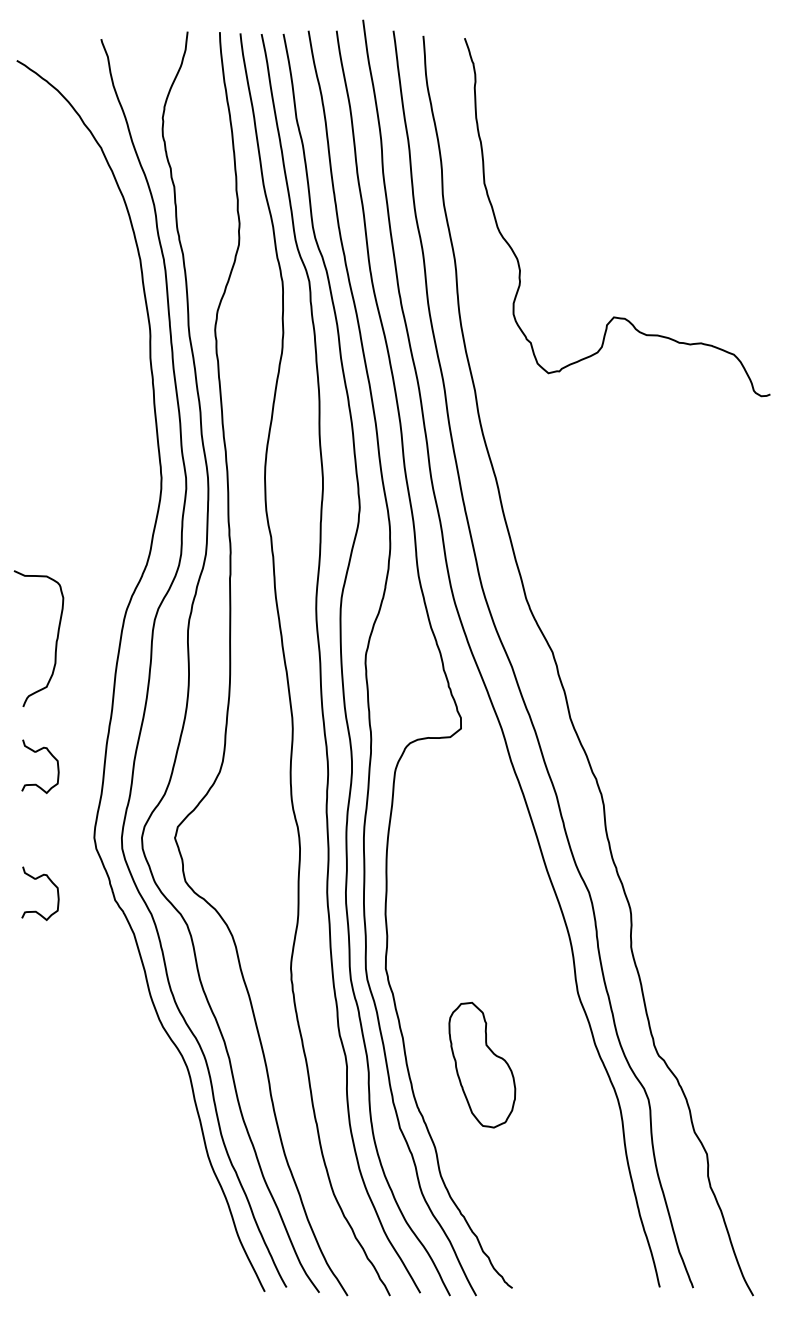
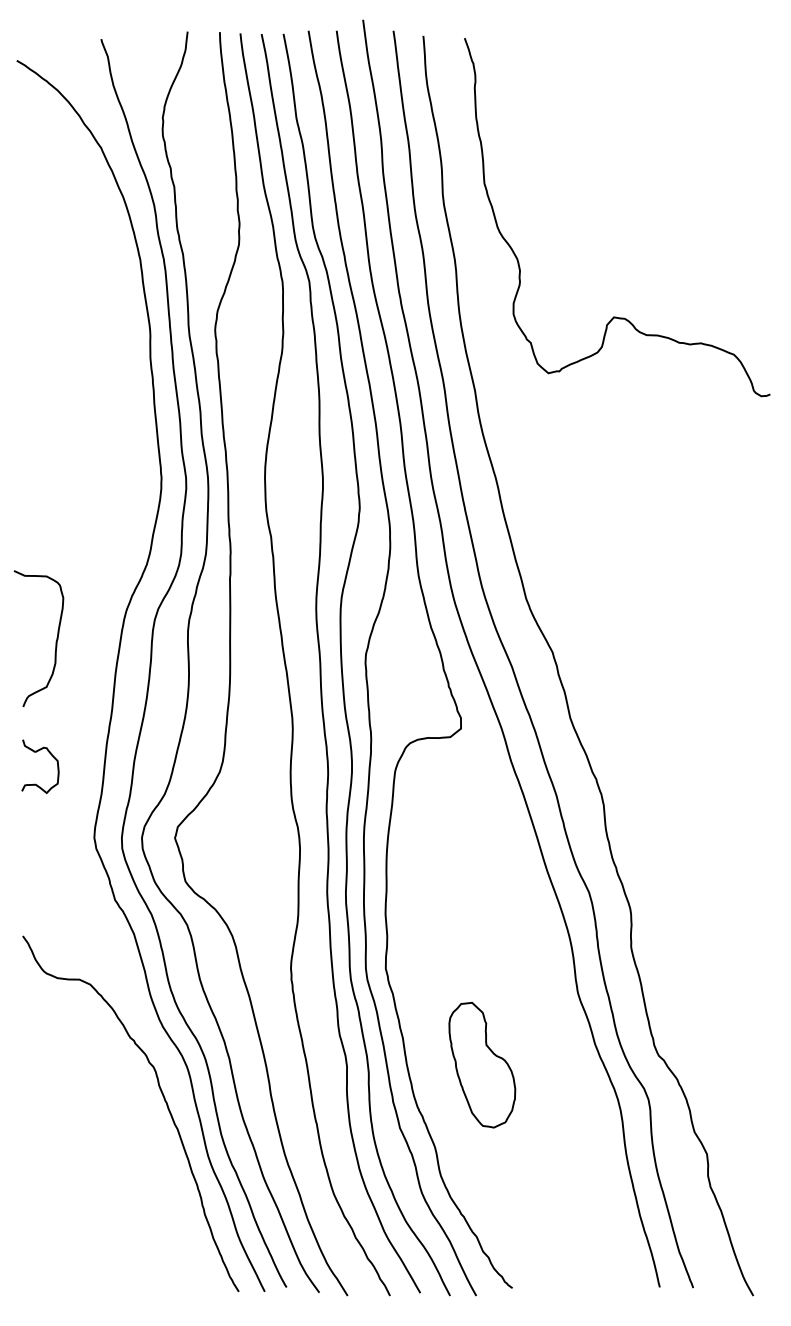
curve at (36, 879): present -> none
curve at (164, 1101): none -> present
